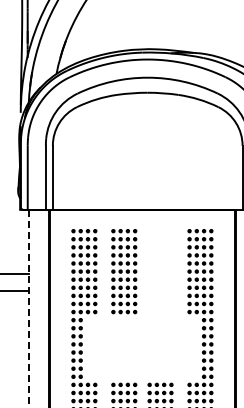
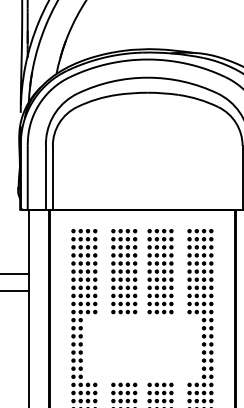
part at (160, 271): none -> present
line at (29, 308): dashed -> solid
